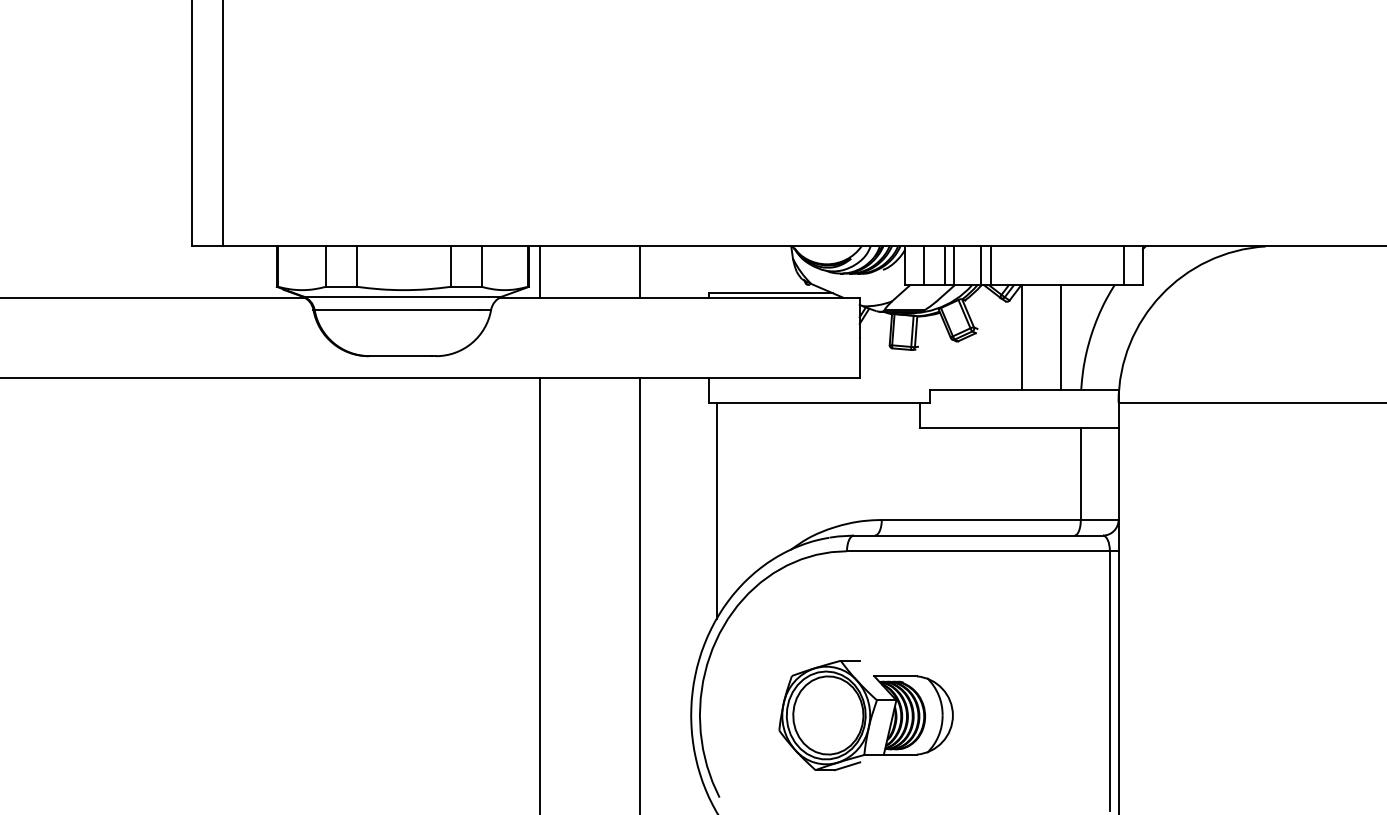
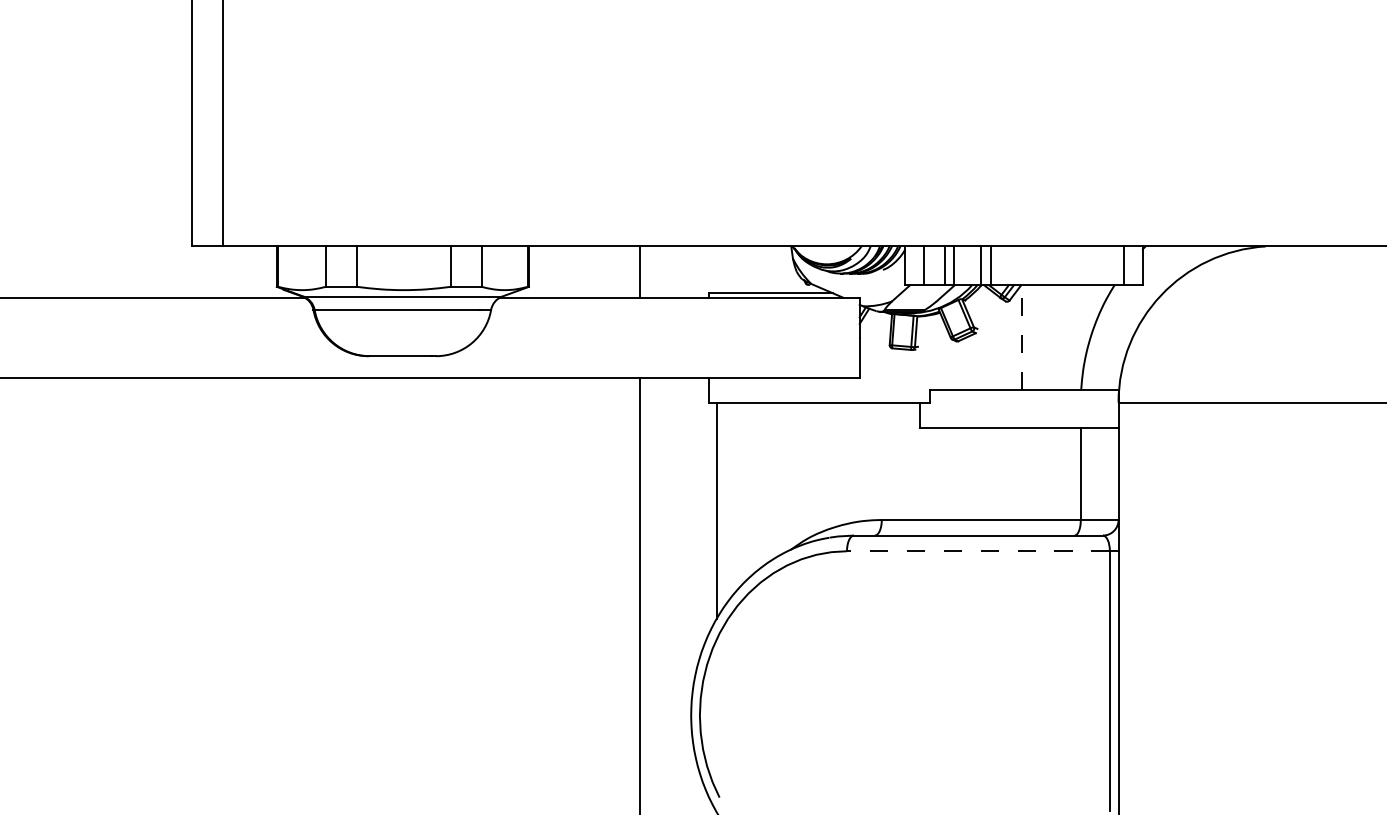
line at (539, 271): present -> none
line at (1022, 337): solid -> dashed
line at (1060, 337): present -> none
line at (977, 551): solid -> dashed
line at (539, 594): present -> none
part at (865, 715): present -> none
